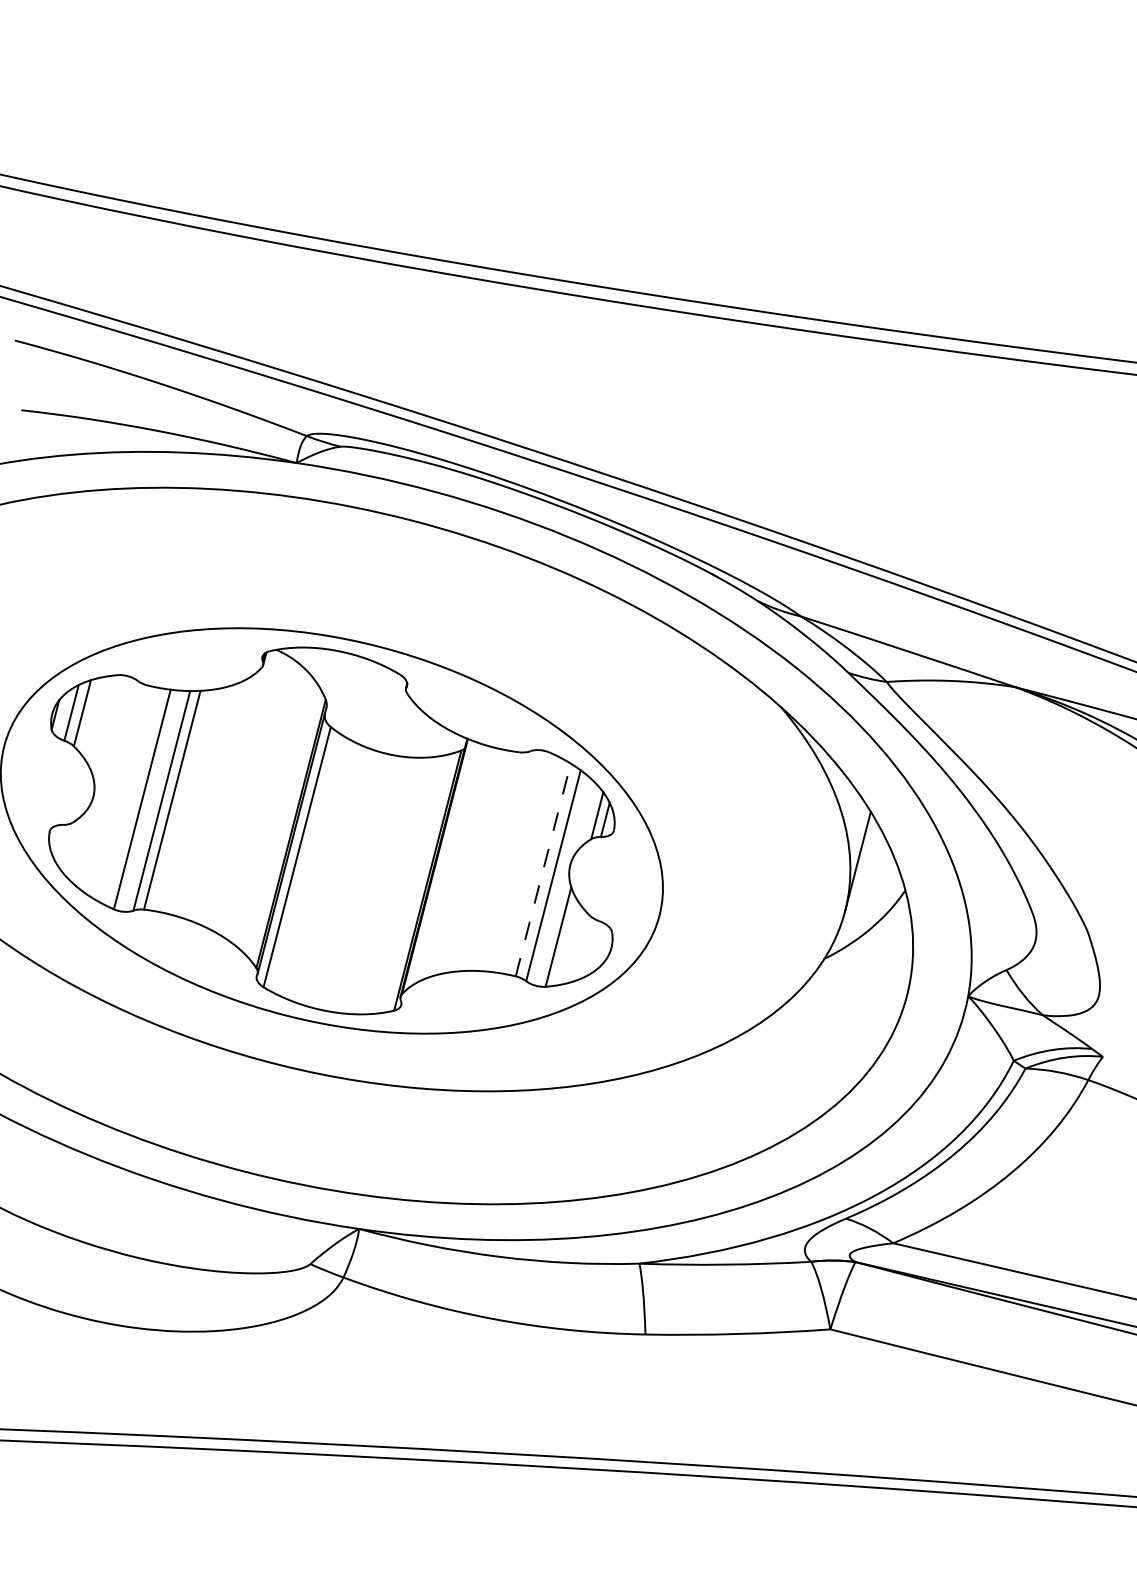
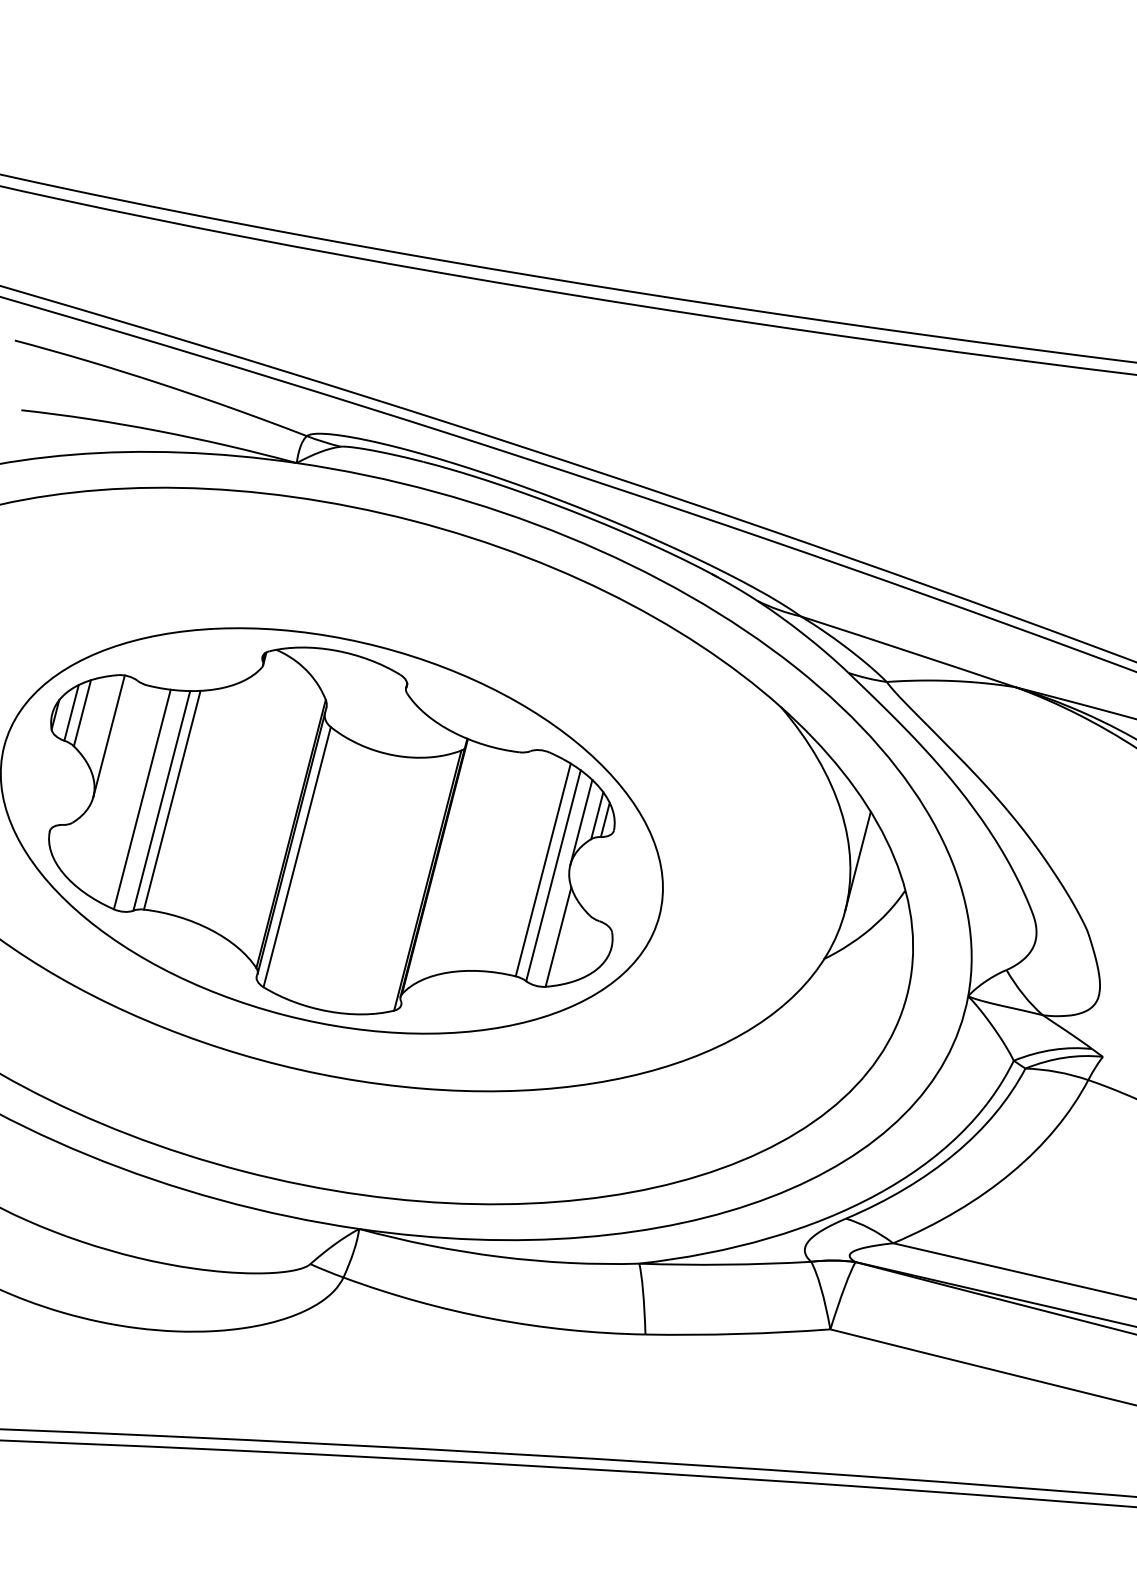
line at (108, 735): none -> present
line at (581, 822): none -> present
line at (543, 869): dashed -> solid
